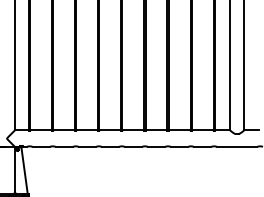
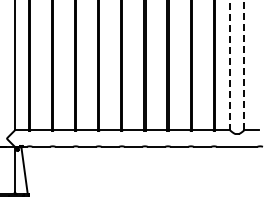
line at (230, 65): solid -> dashed
line at (244, 65): solid -> dashed
